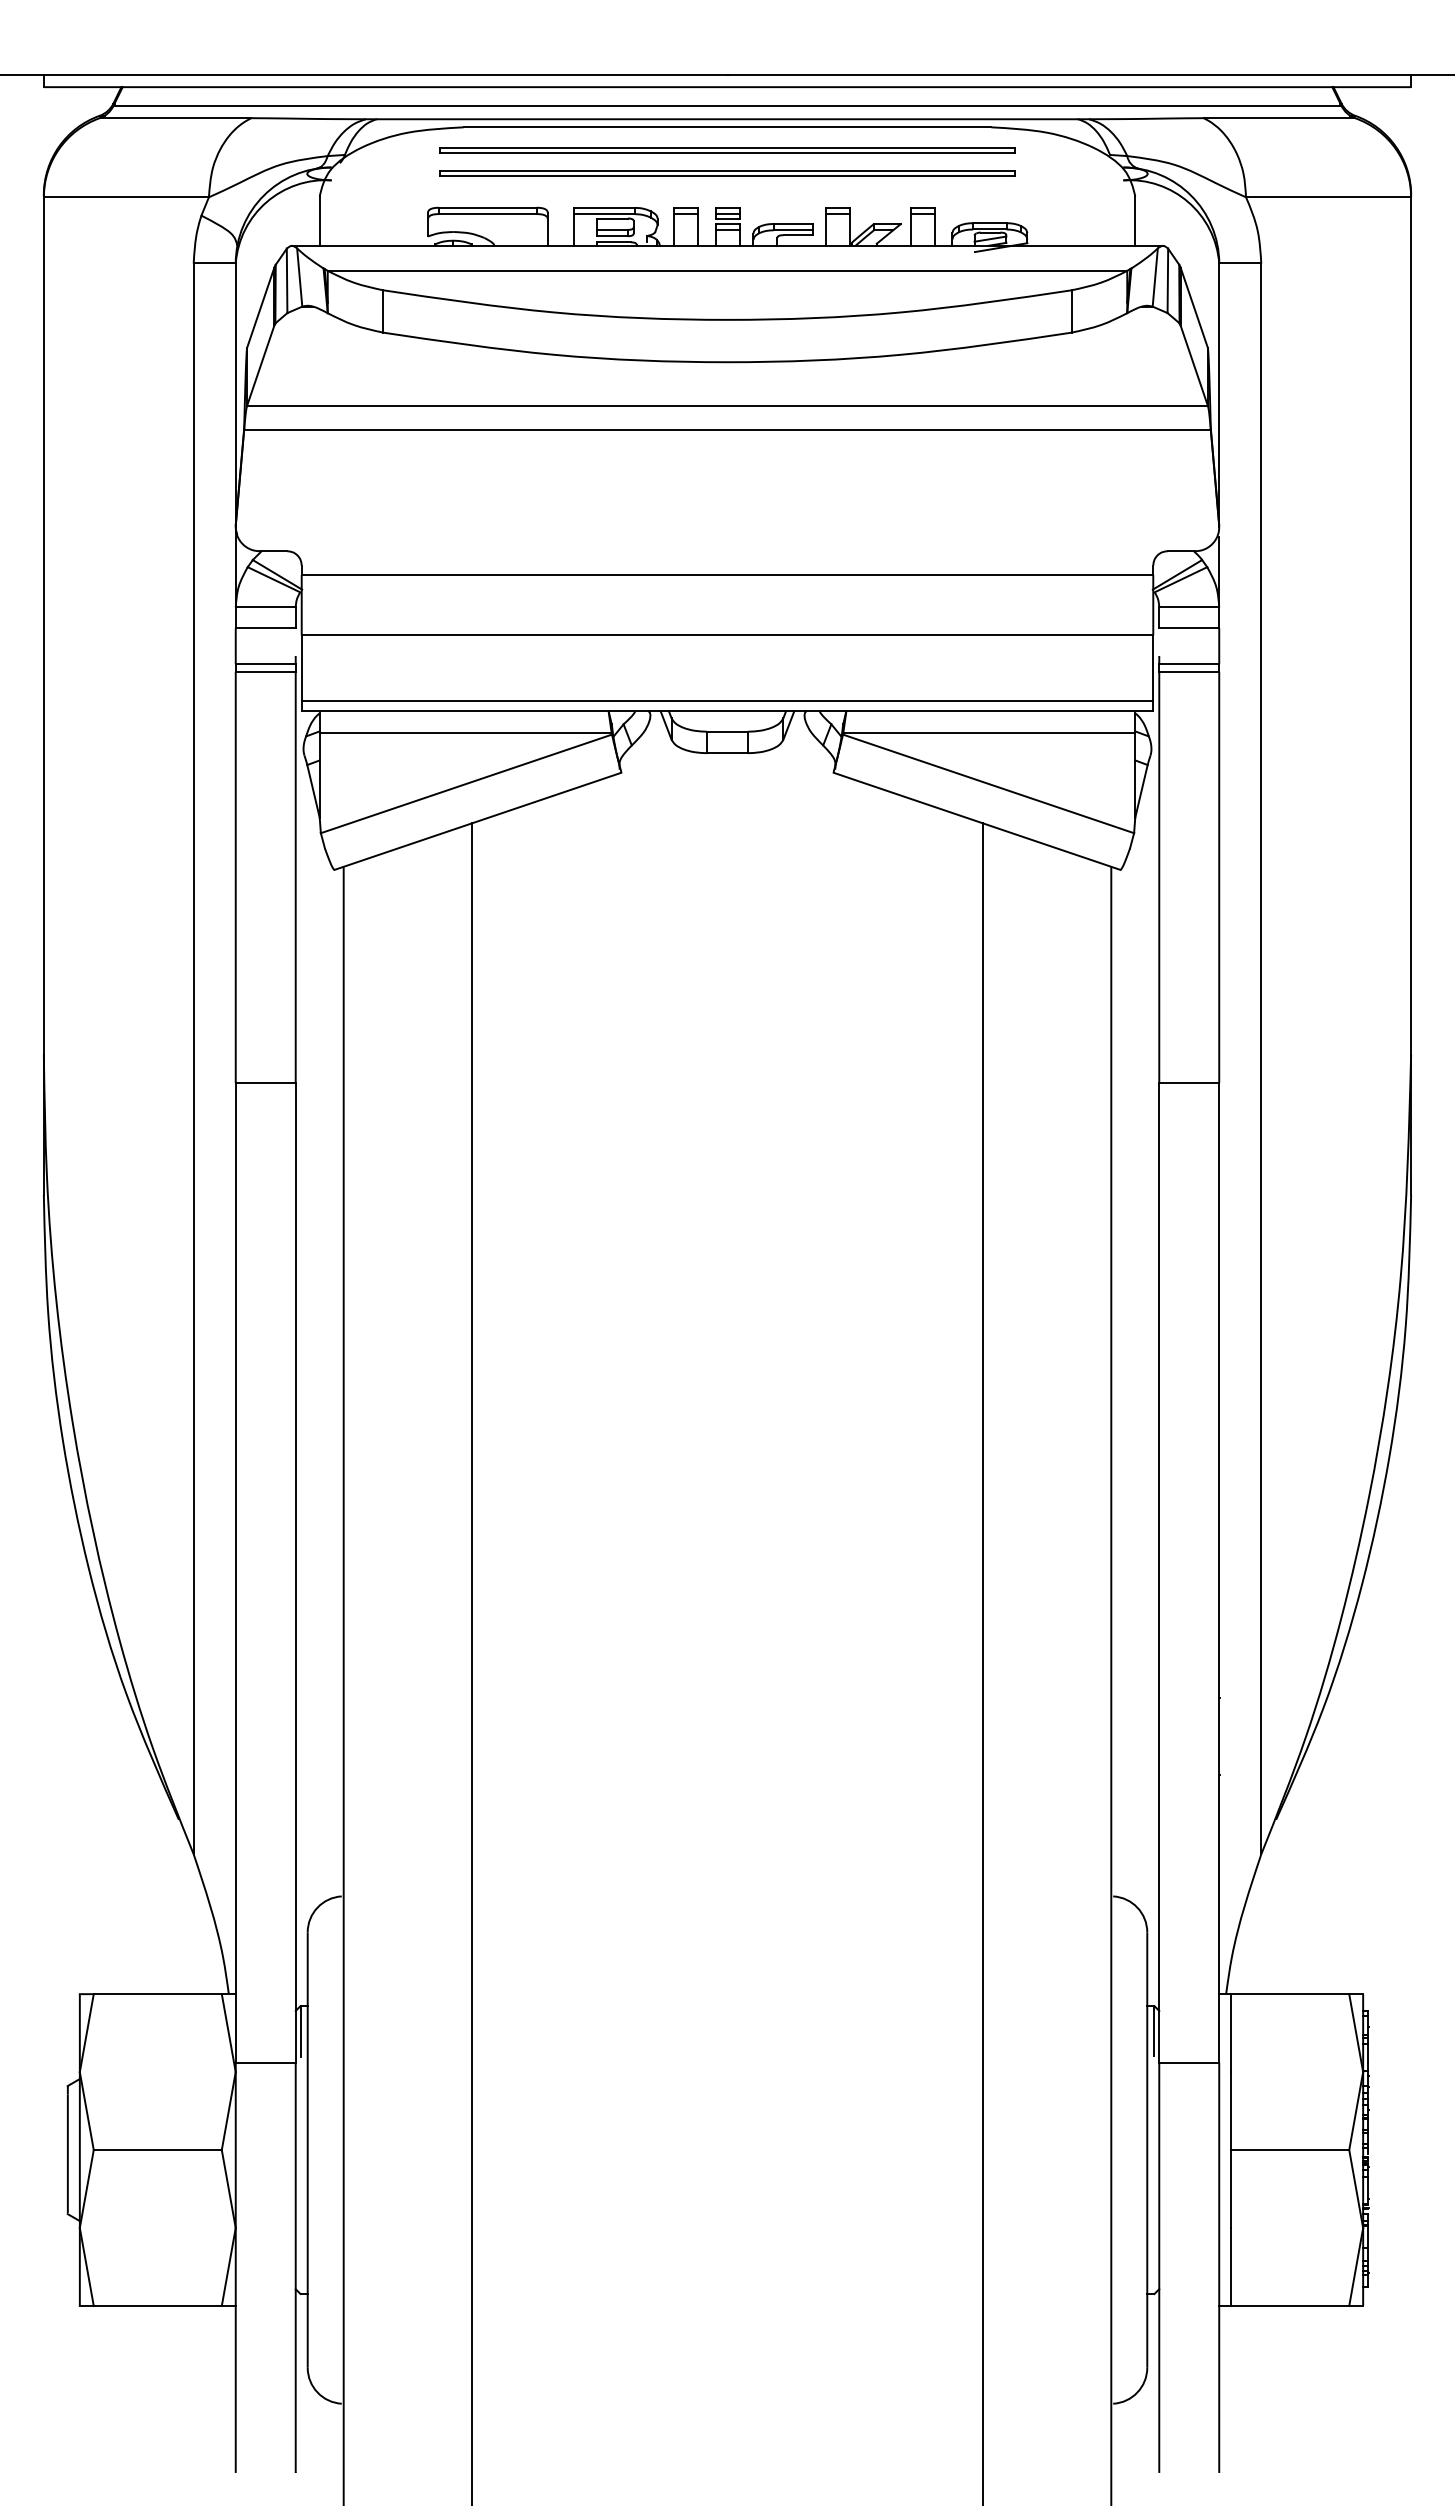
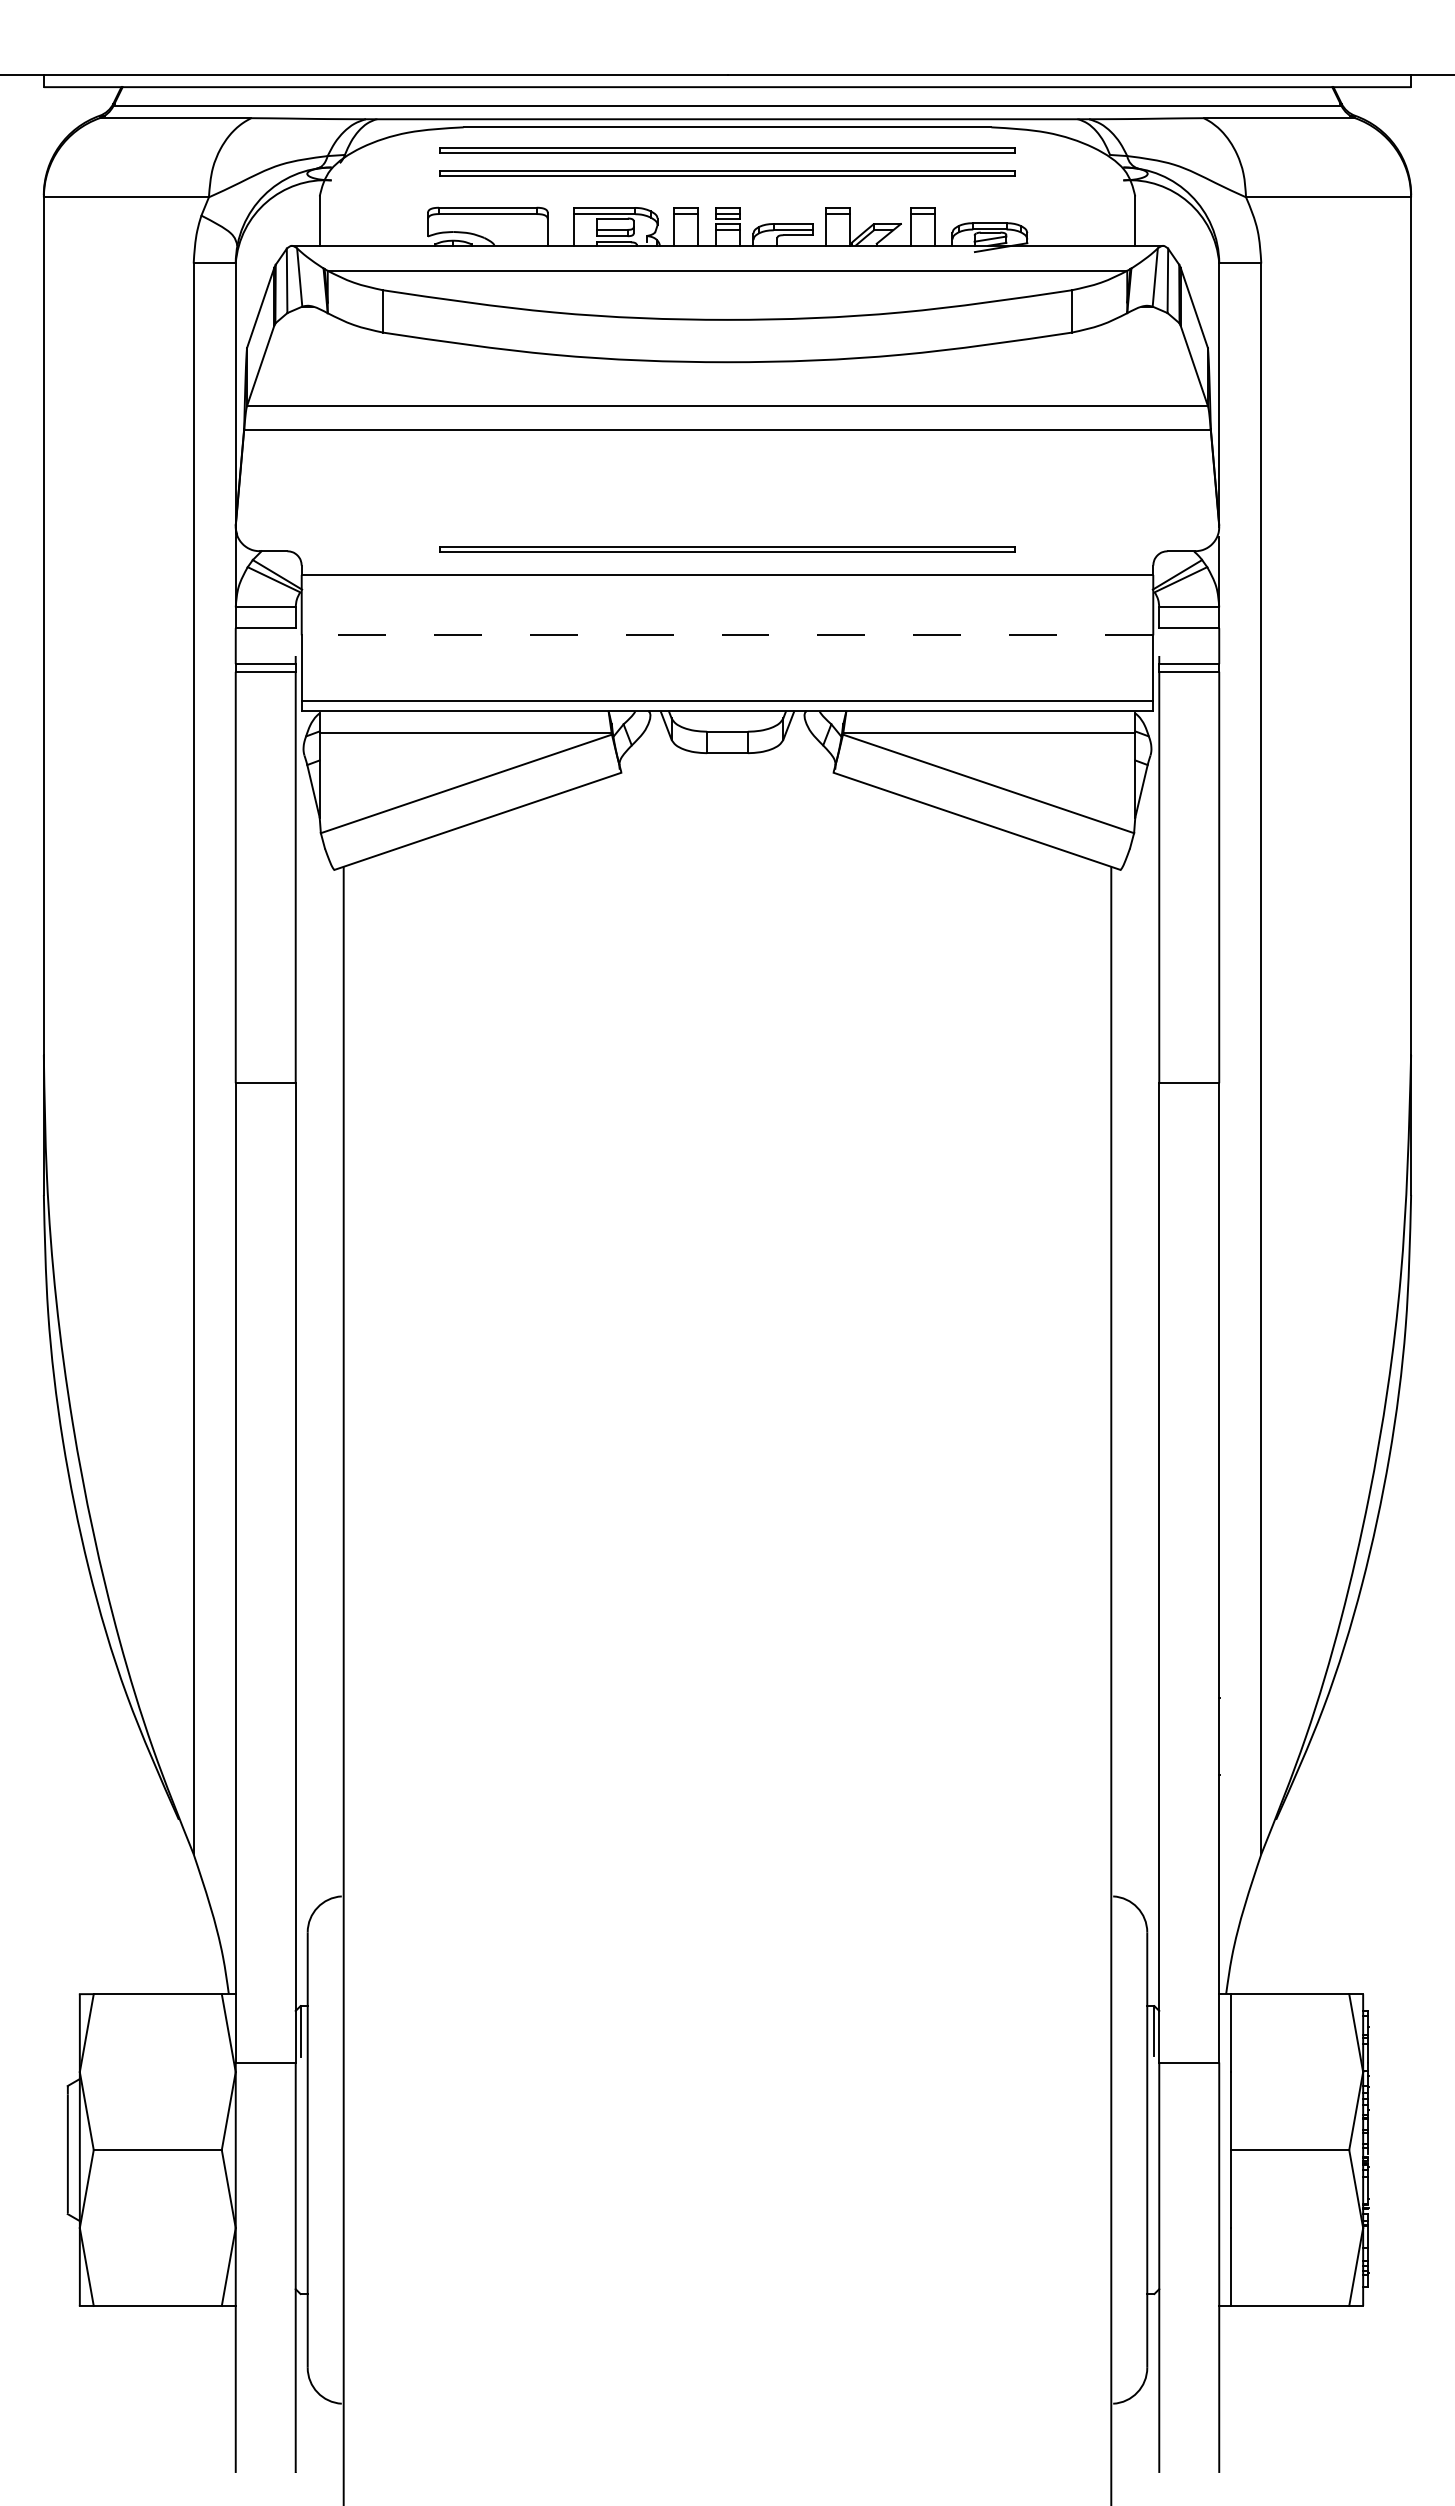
part at (727, 549): none -> present
line at (727, 635): solid -> dashed
line at (471, 1662): present -> none
line at (983, 1662): present -> none
